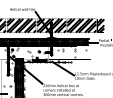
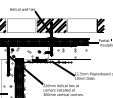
hatch at (21, 25): present -> none
hatch at (81, 25): present -> none
